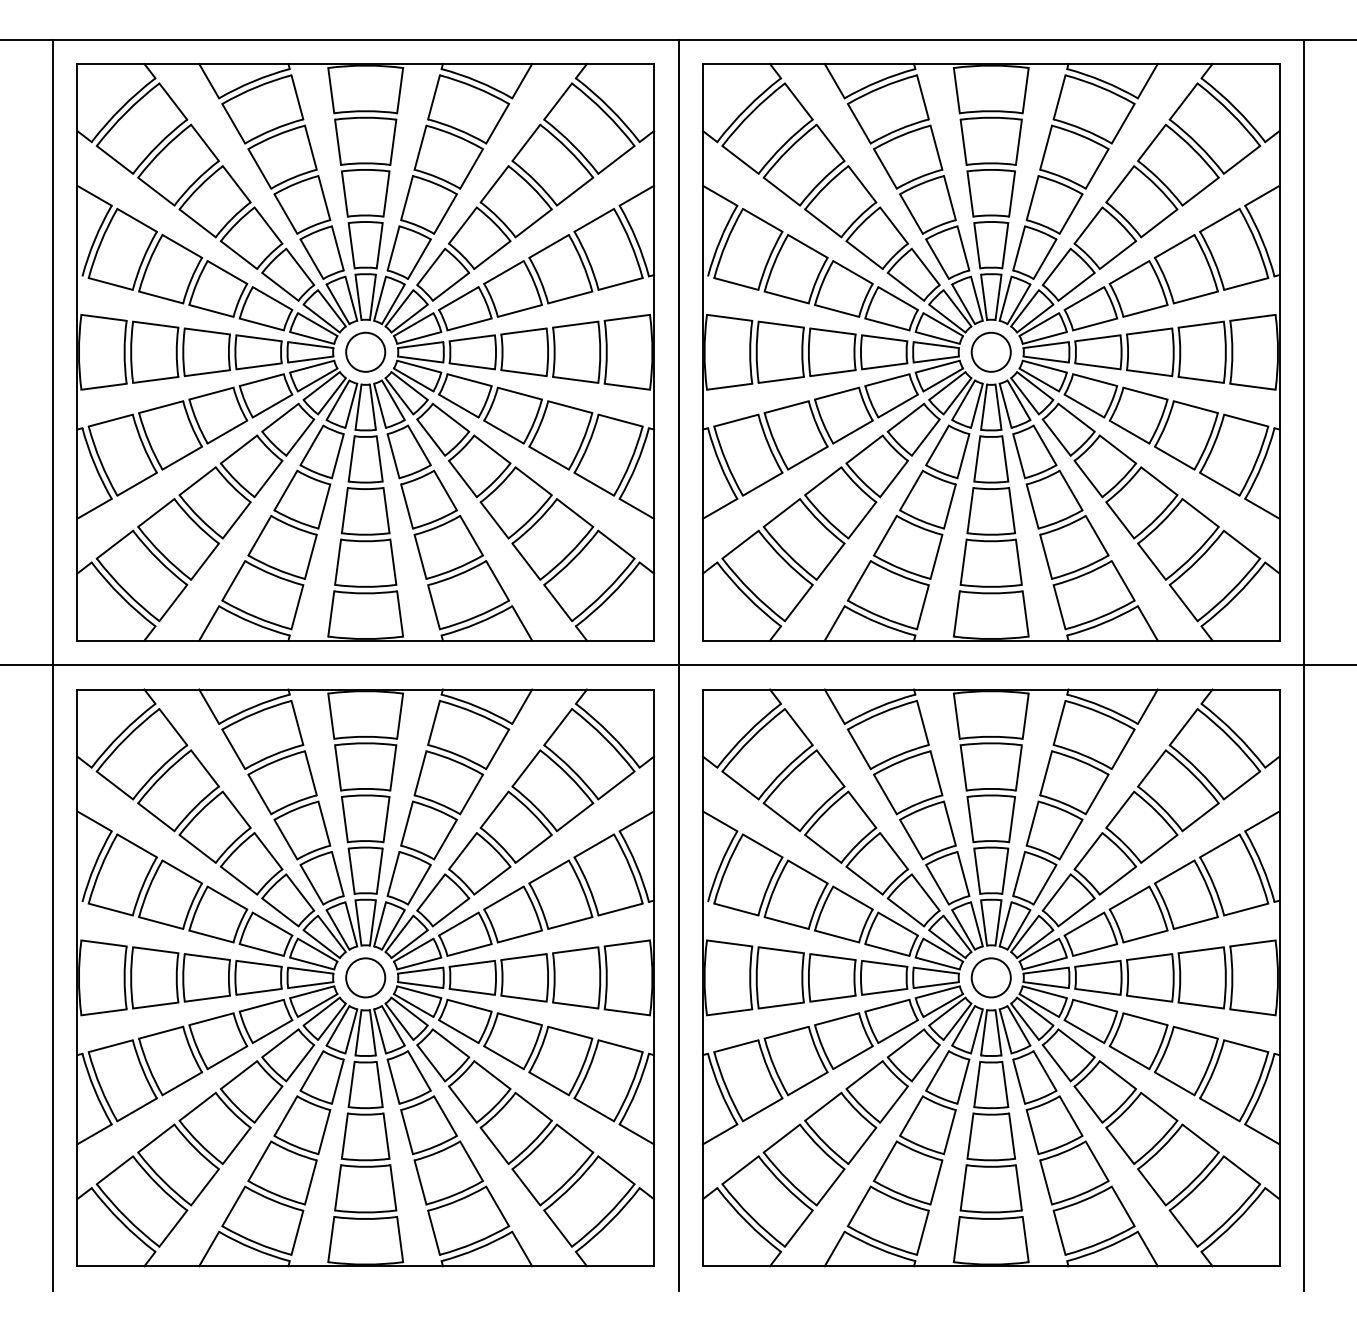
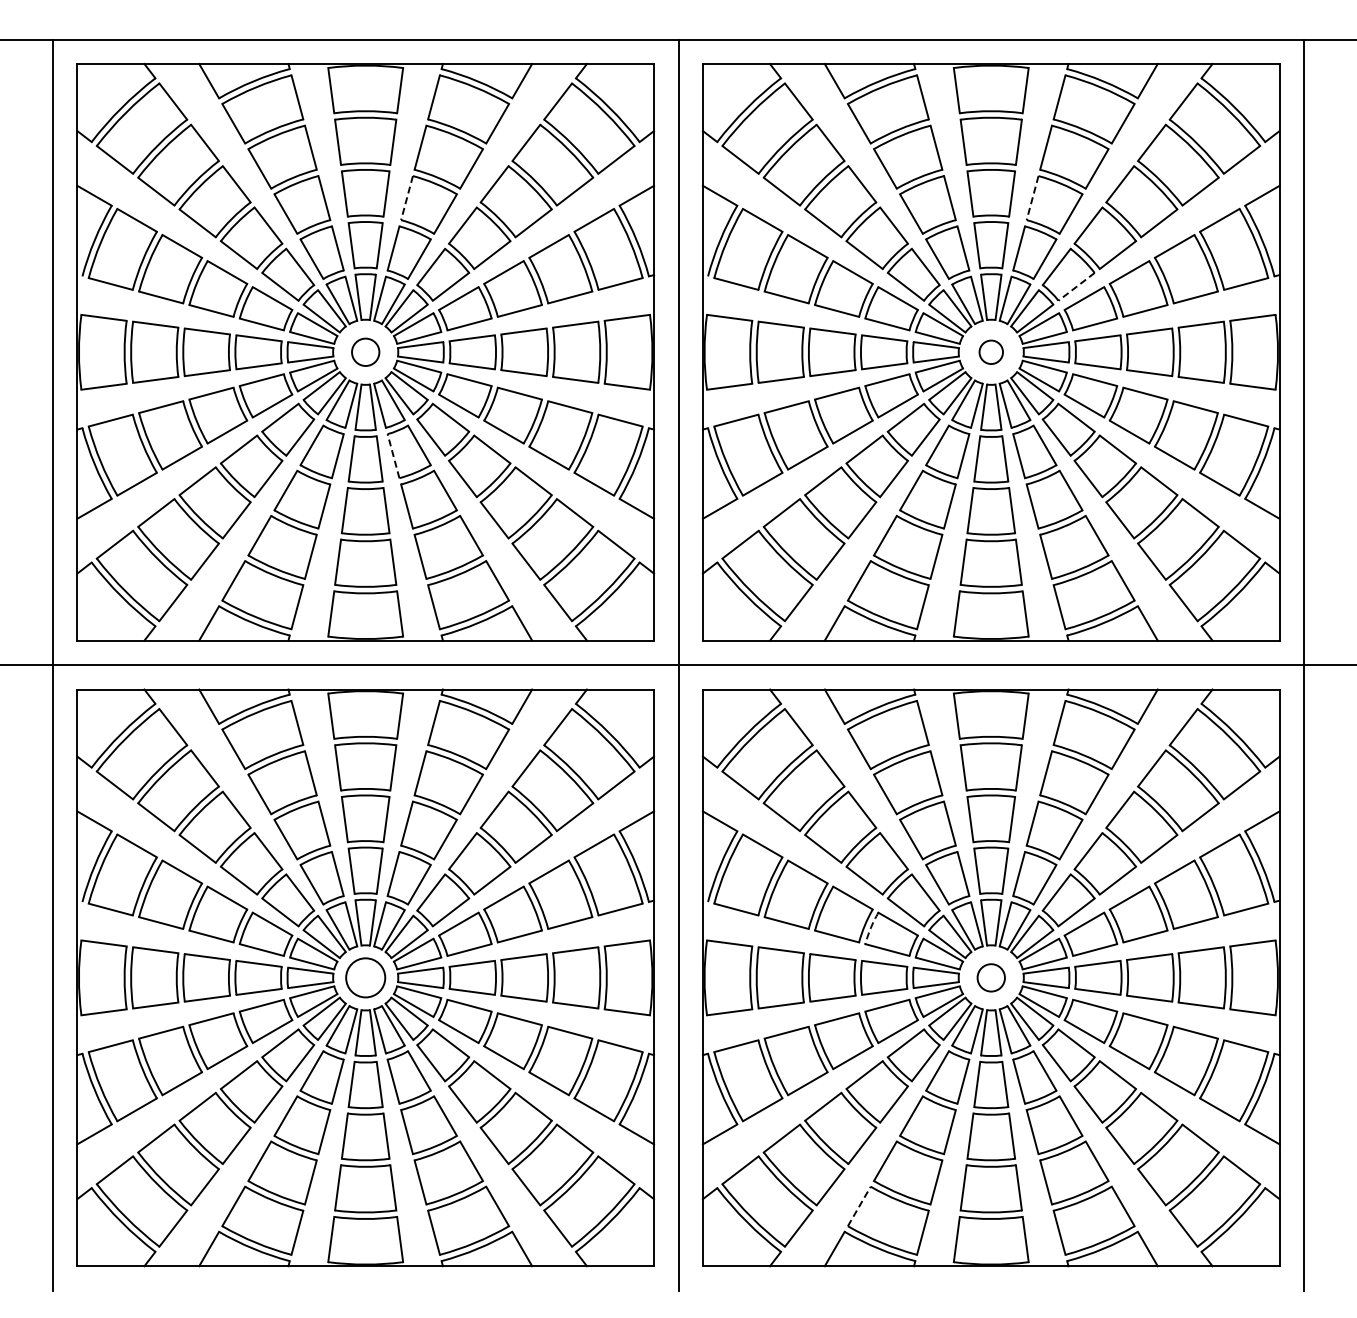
line at (407, 198): solid -> dashed
line at (1032, 198): solid -> dashed
line at (1076, 286): solid -> dashed
circle at (365, 351) diameter: 39 px -> 27 px
circle at (990, 351) diameter: 39 px -> 23 px
line at (393, 456): solid -> dashed
arc at (870, 928): solid -> dashed
circle at (990, 977) diameter: 39 px -> 27 px
line at (859, 1206): solid -> dashed
